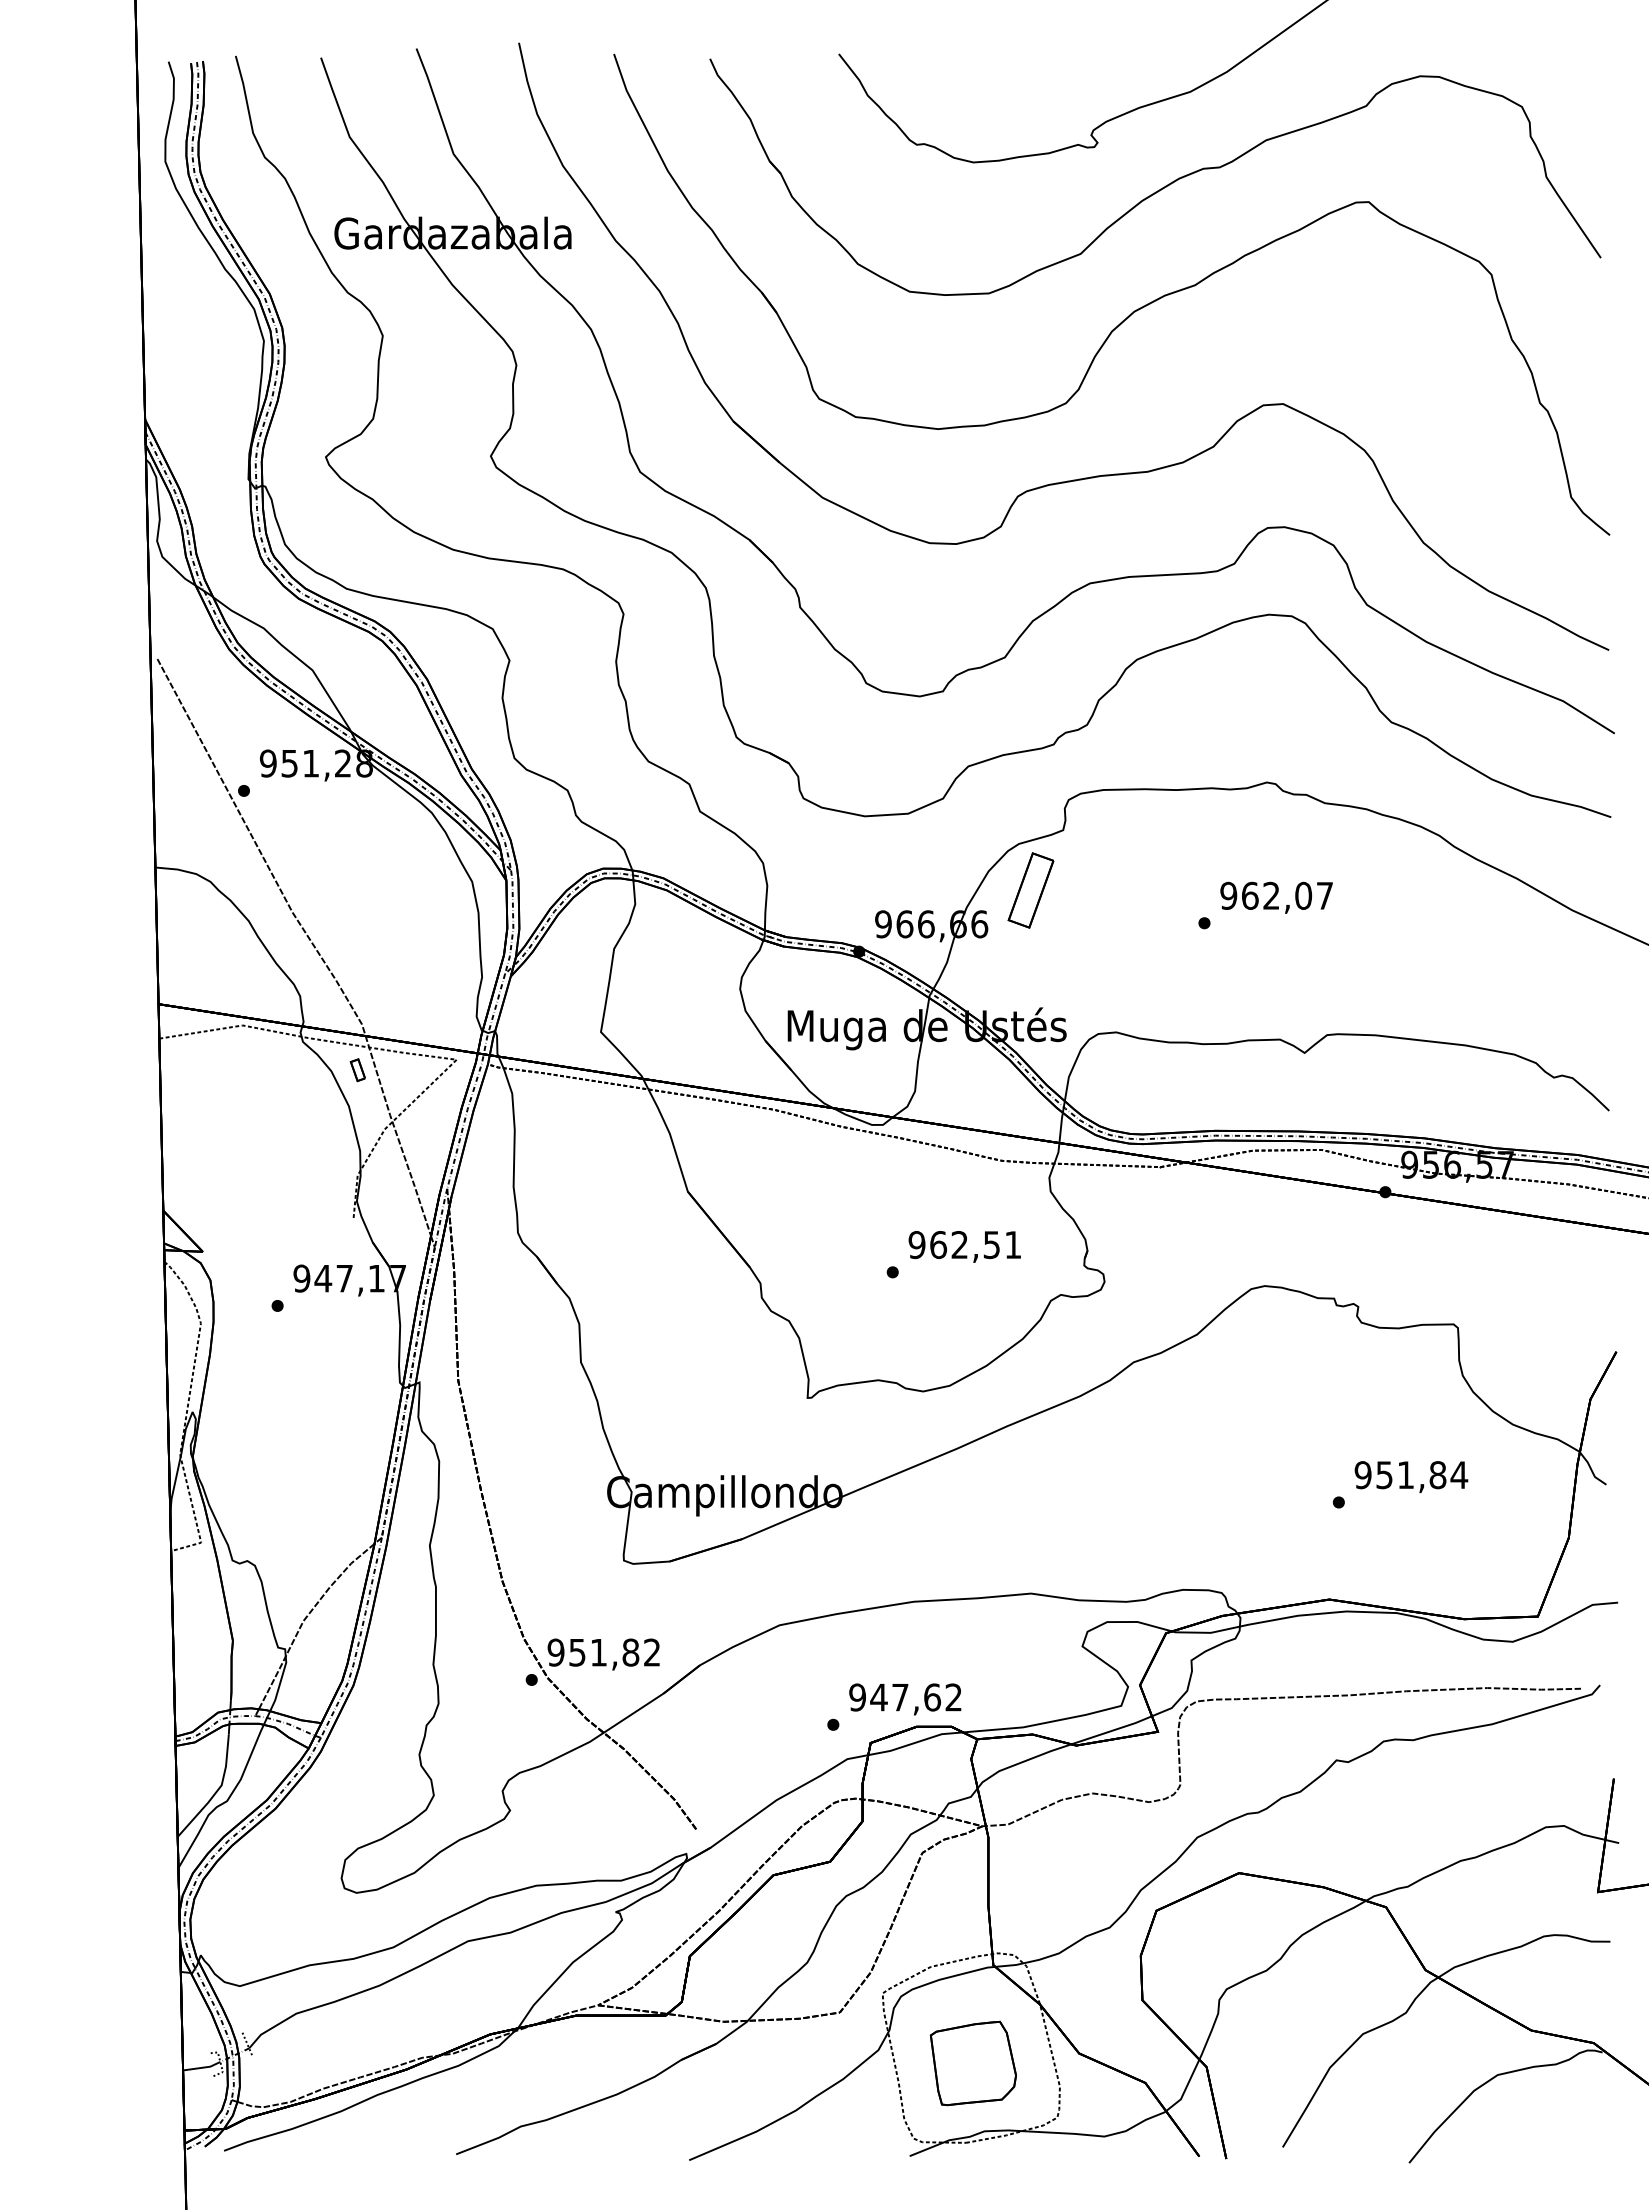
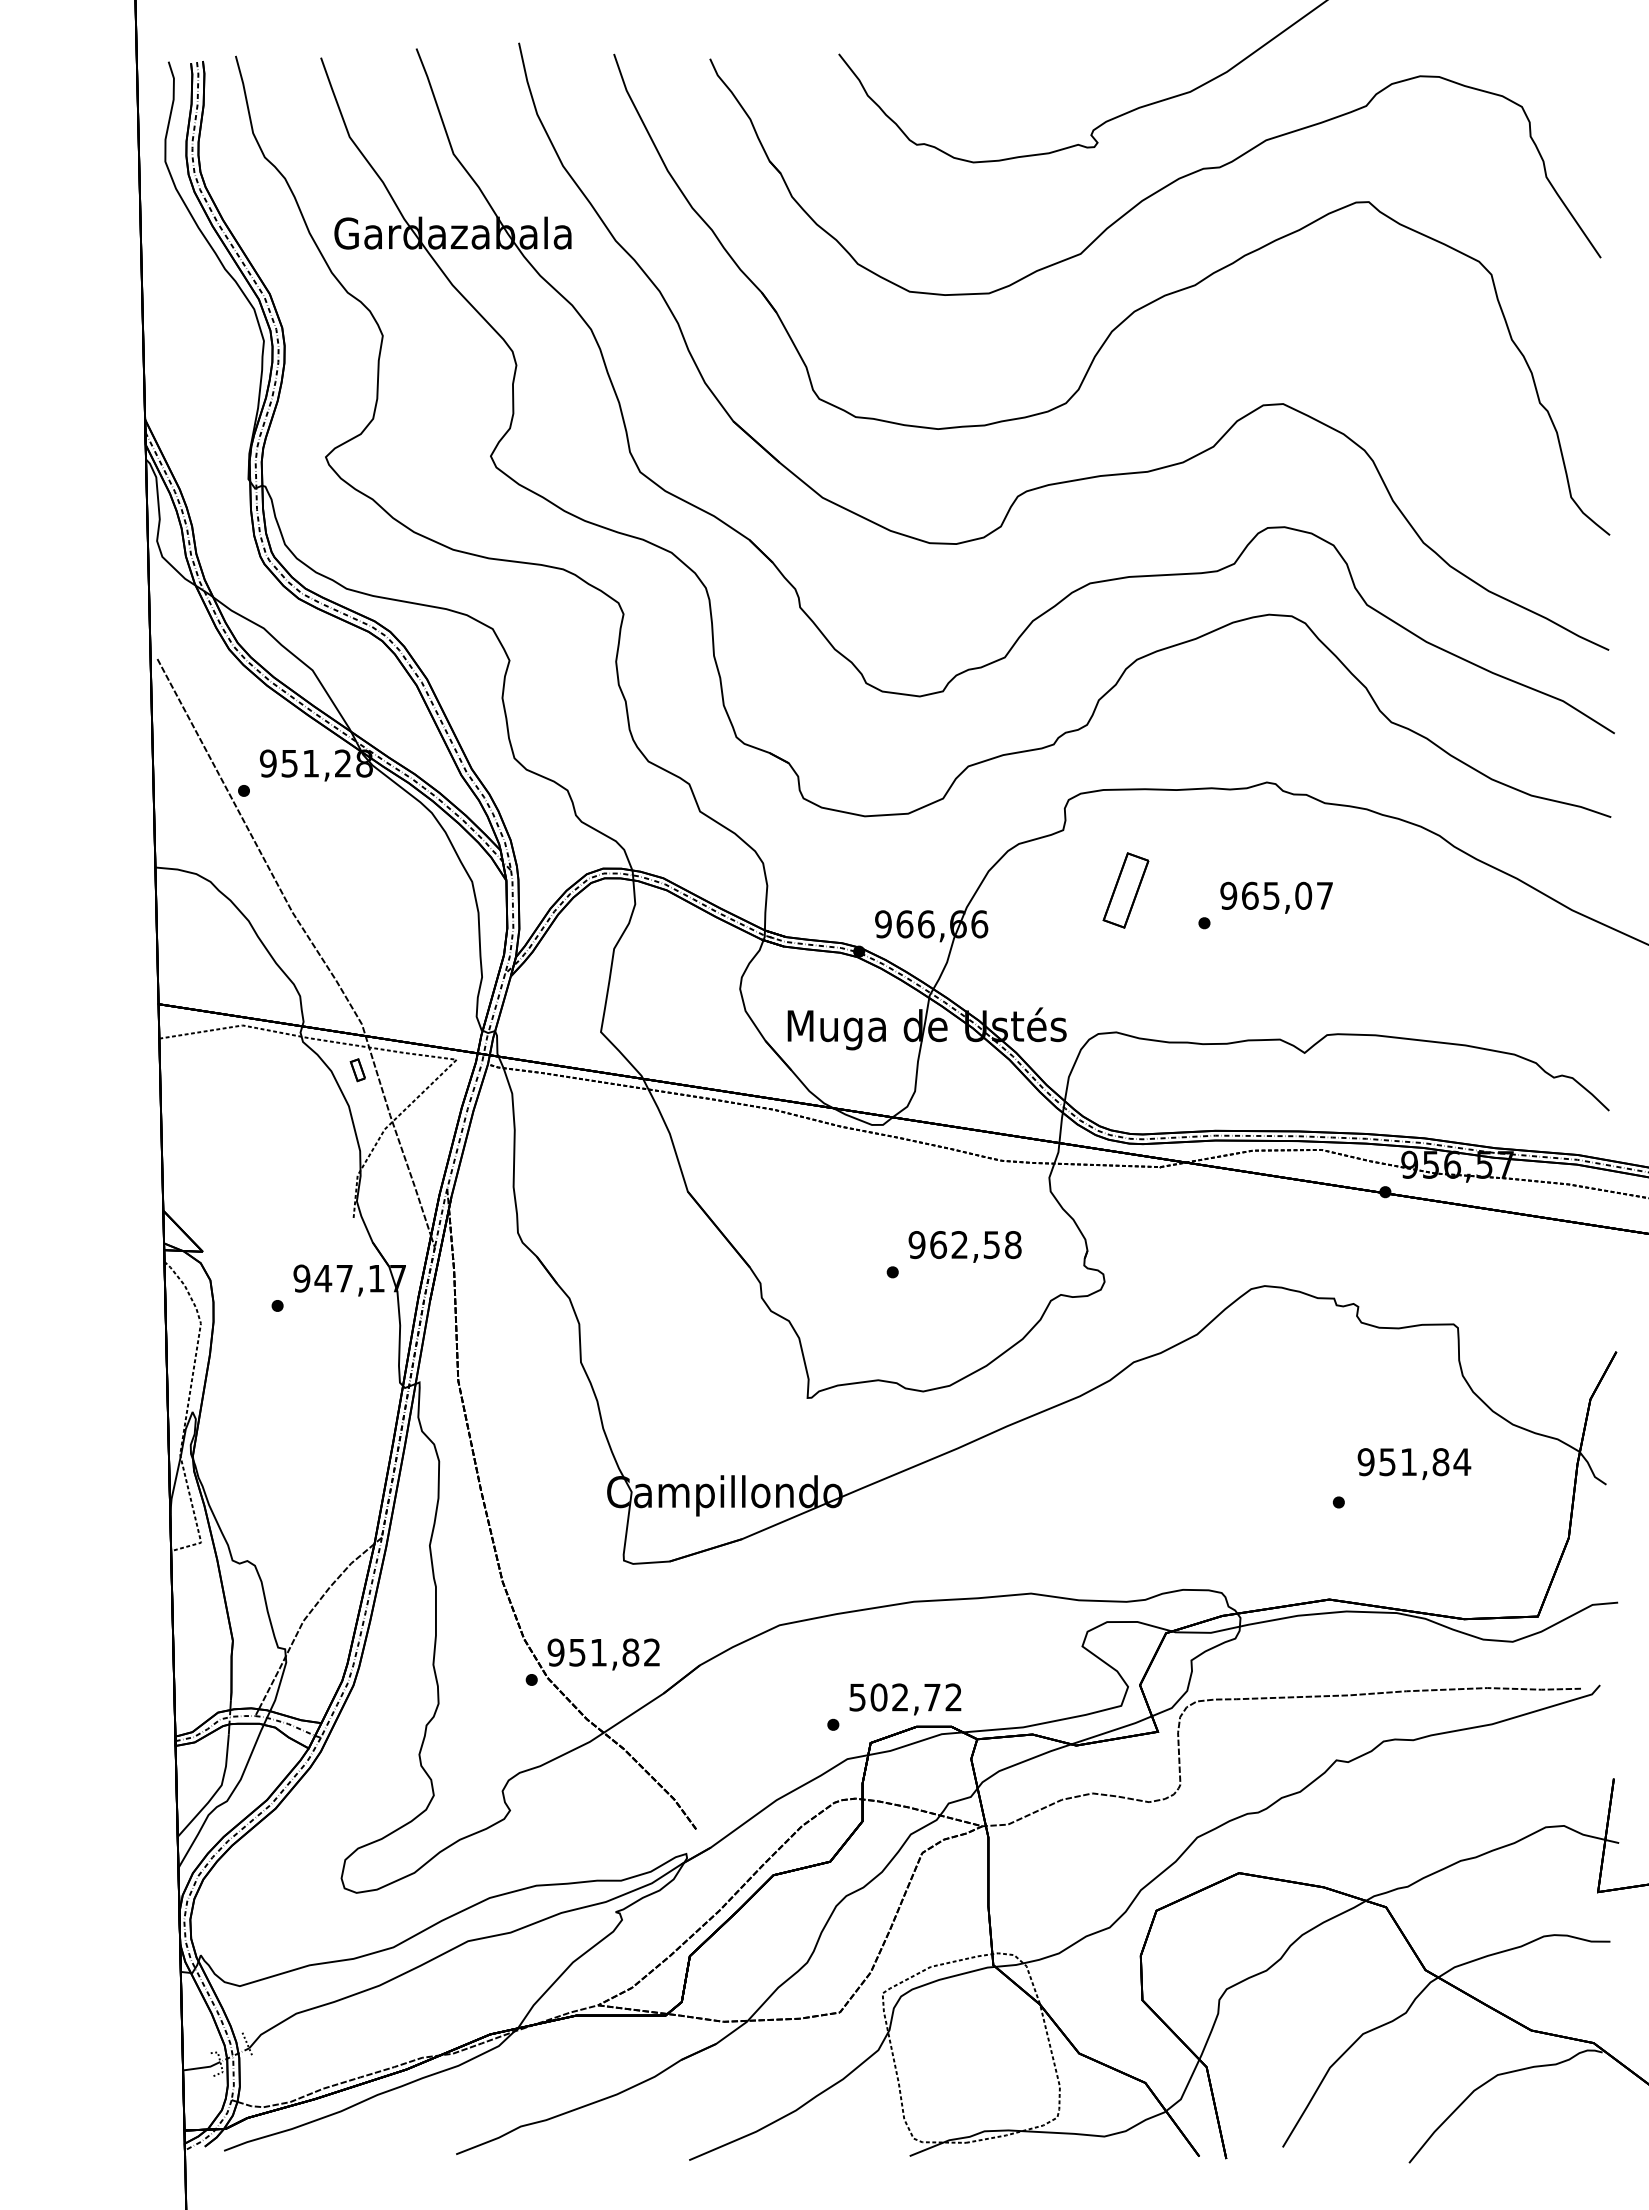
part at (1030, 890) position: (1030, 890) -> (1125, 890)
text at (1271, 895): 962,07 -> 965,07
text at (1013, 1245): 962,51 -> 962,58
text at (1411, 1476) position: (1411, 1476) -> (1414, 1463)
text at (895, 1697): 947,62 -> 502,72
part at (972, 2063): present -> none
